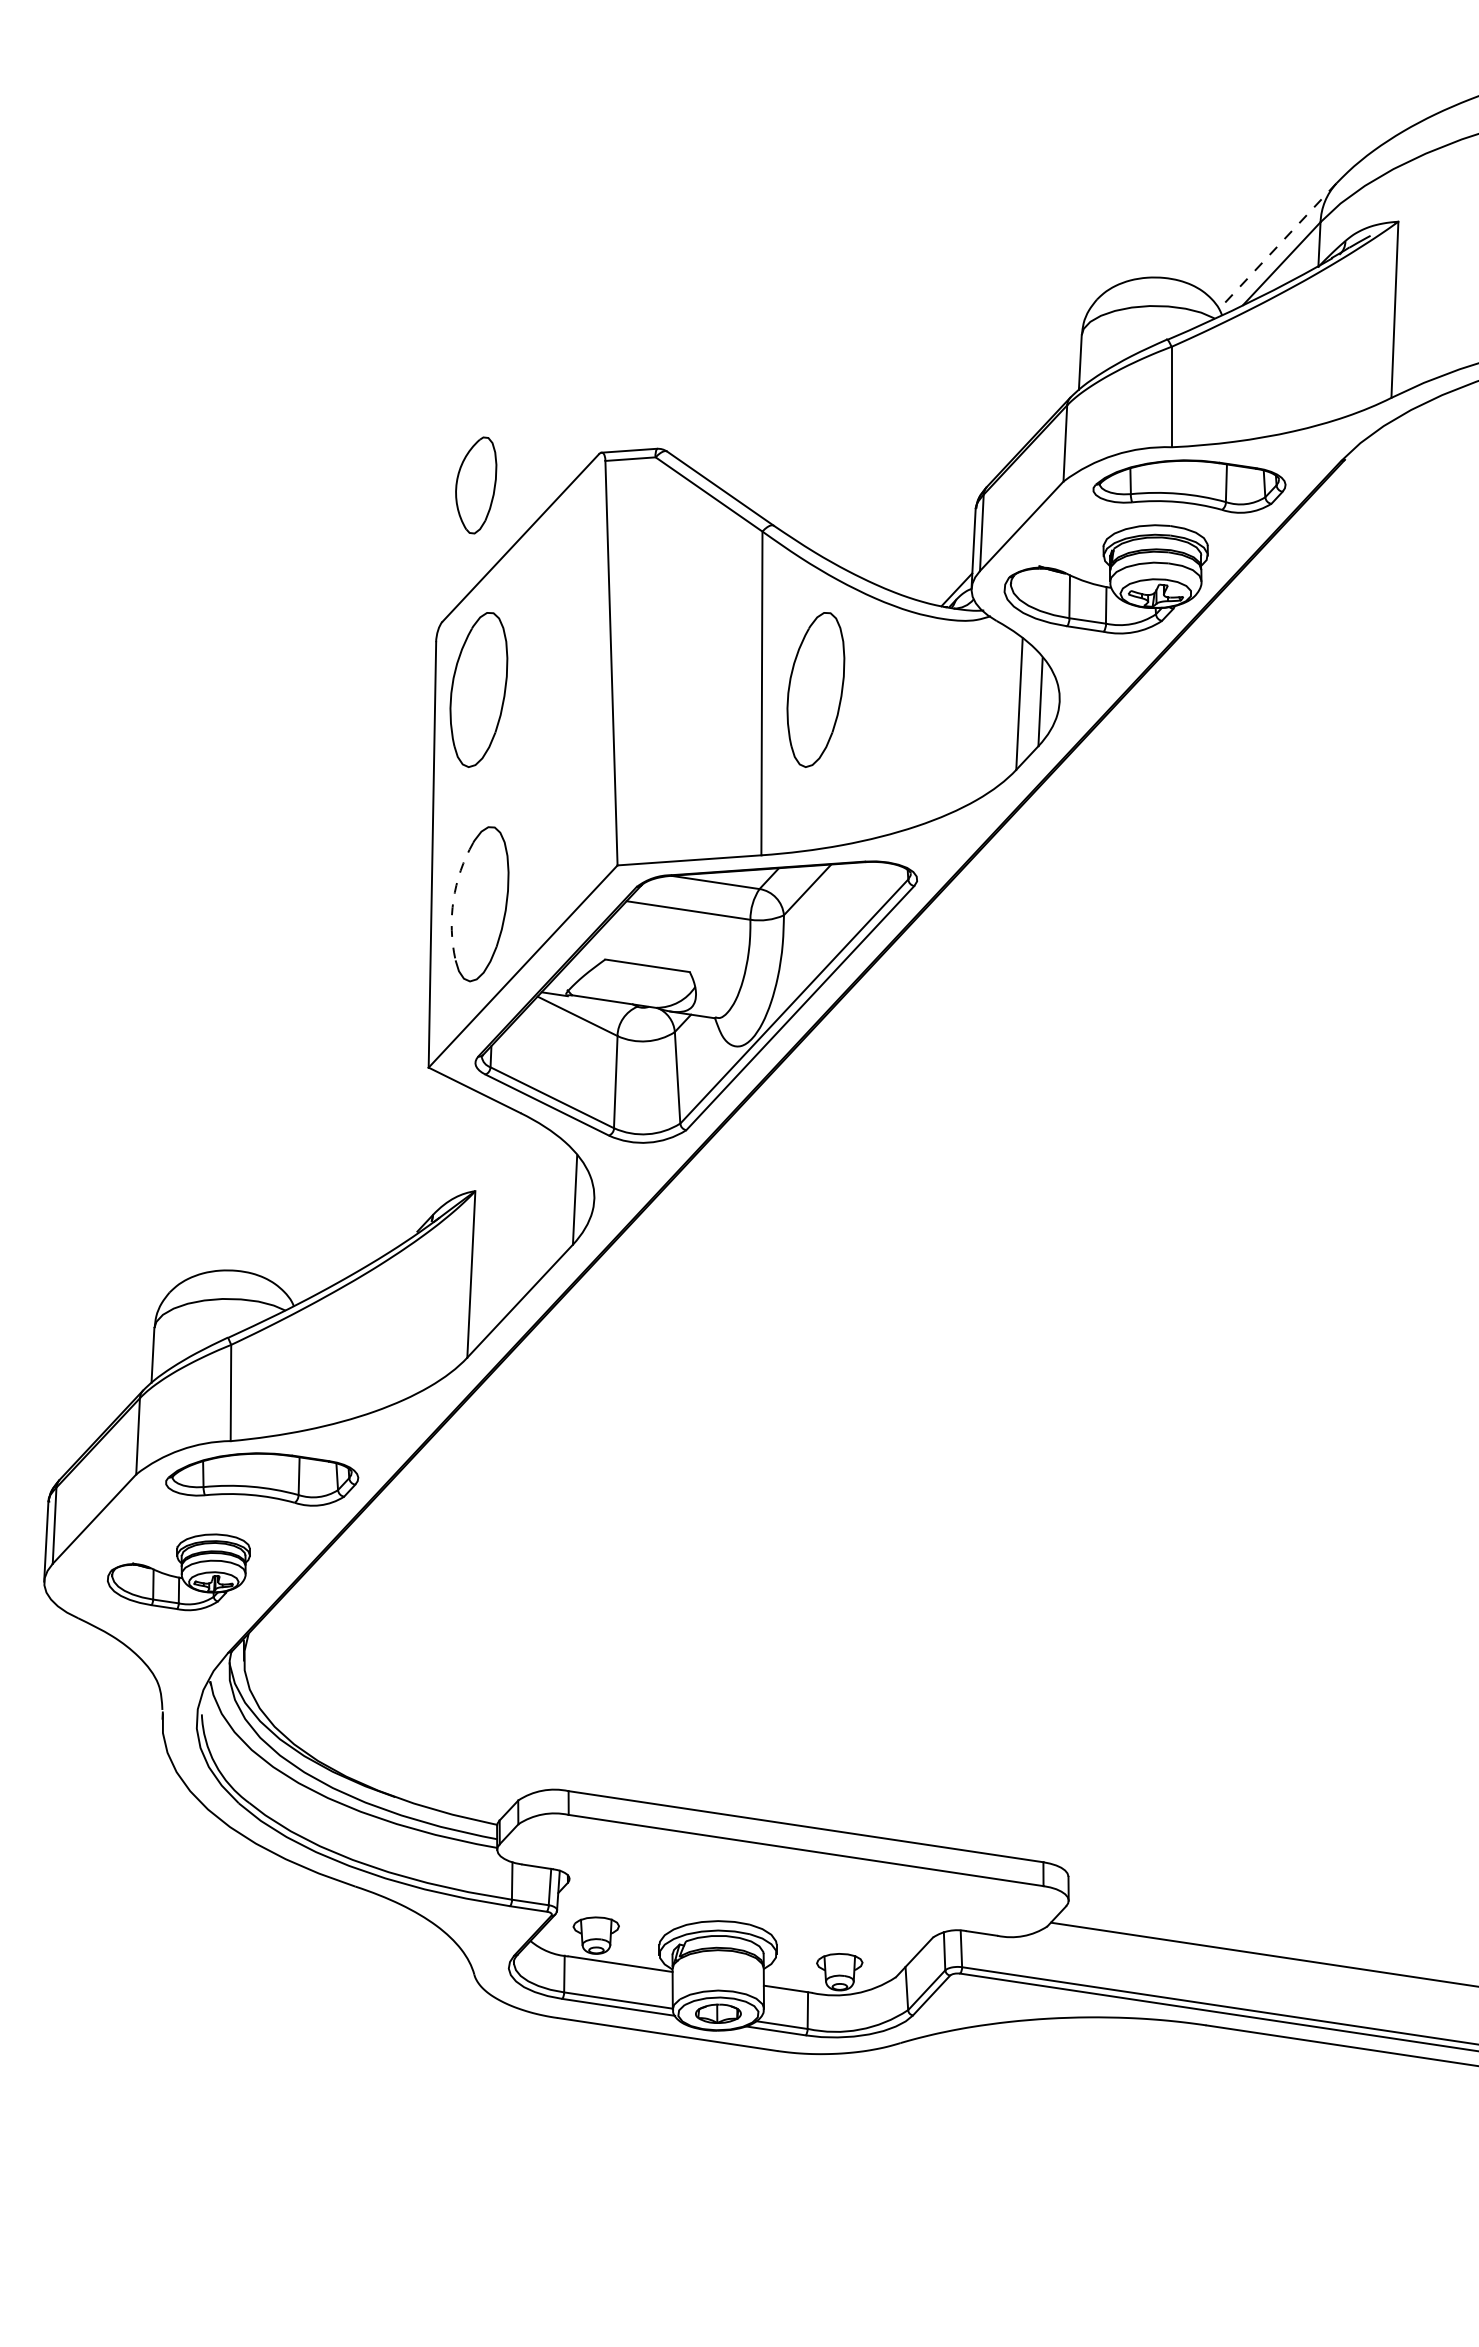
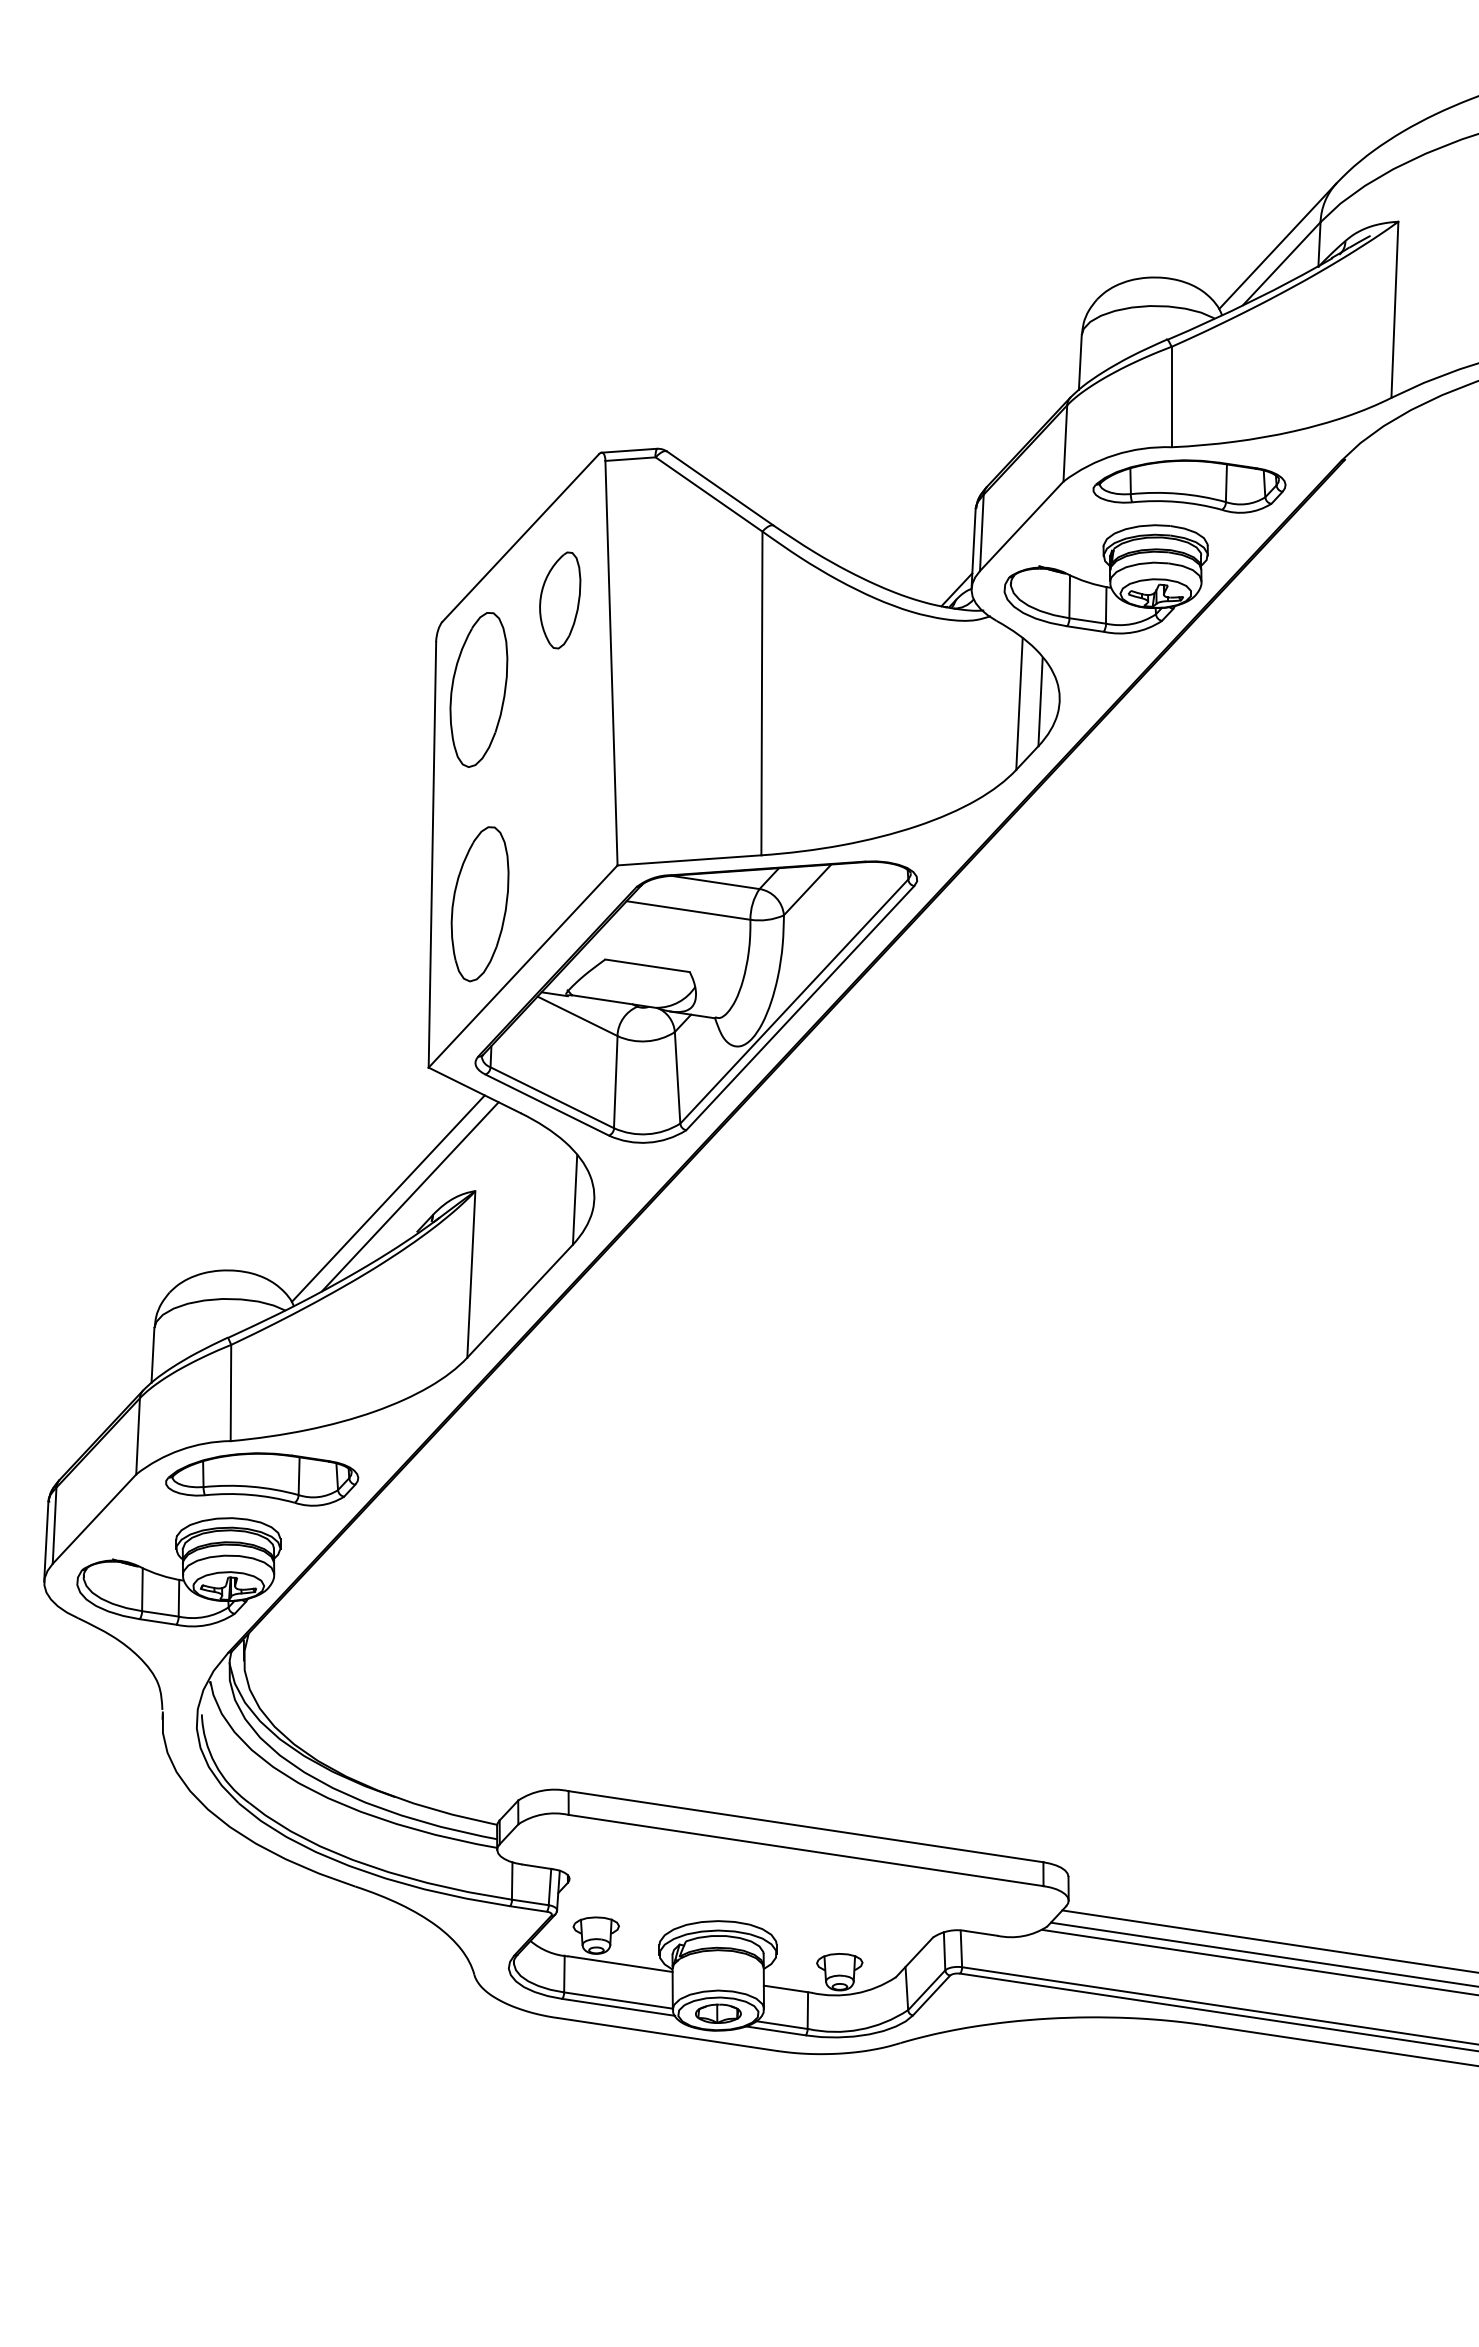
line at (1277, 246): dashed -> solid
part at (476, 485) position: (476, 485) -> (560, 600)
part at (815, 689): present -> none
arc at (453, 900): dashed -> solid
line at (410, 1196): none -> present
line at (387, 1198): none -> present
part at (178, 1572) size: 144x79 px -> 206x111 px
line at (1268, 1941): none -> present
line at (1258, 1961): none -> present
